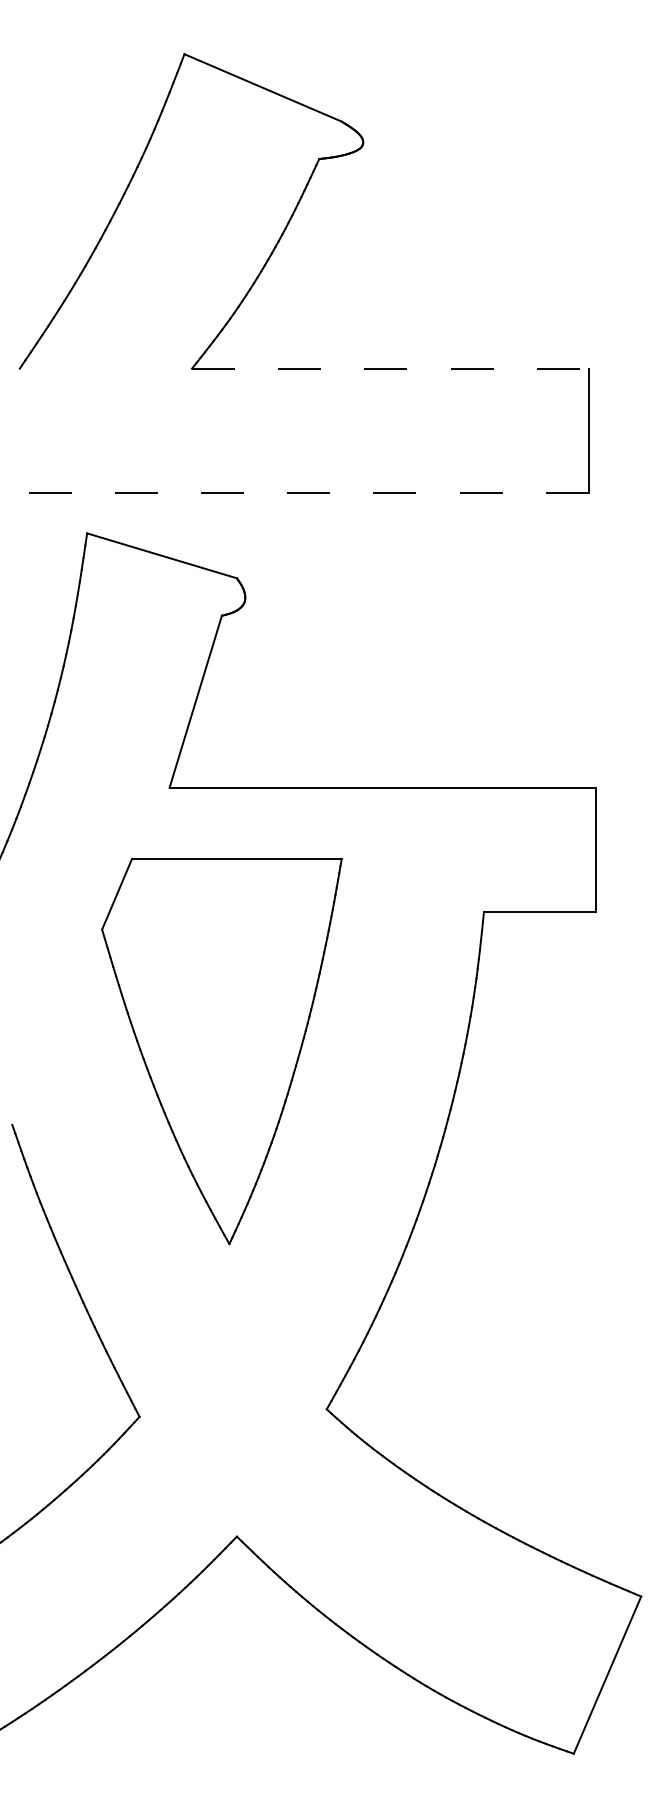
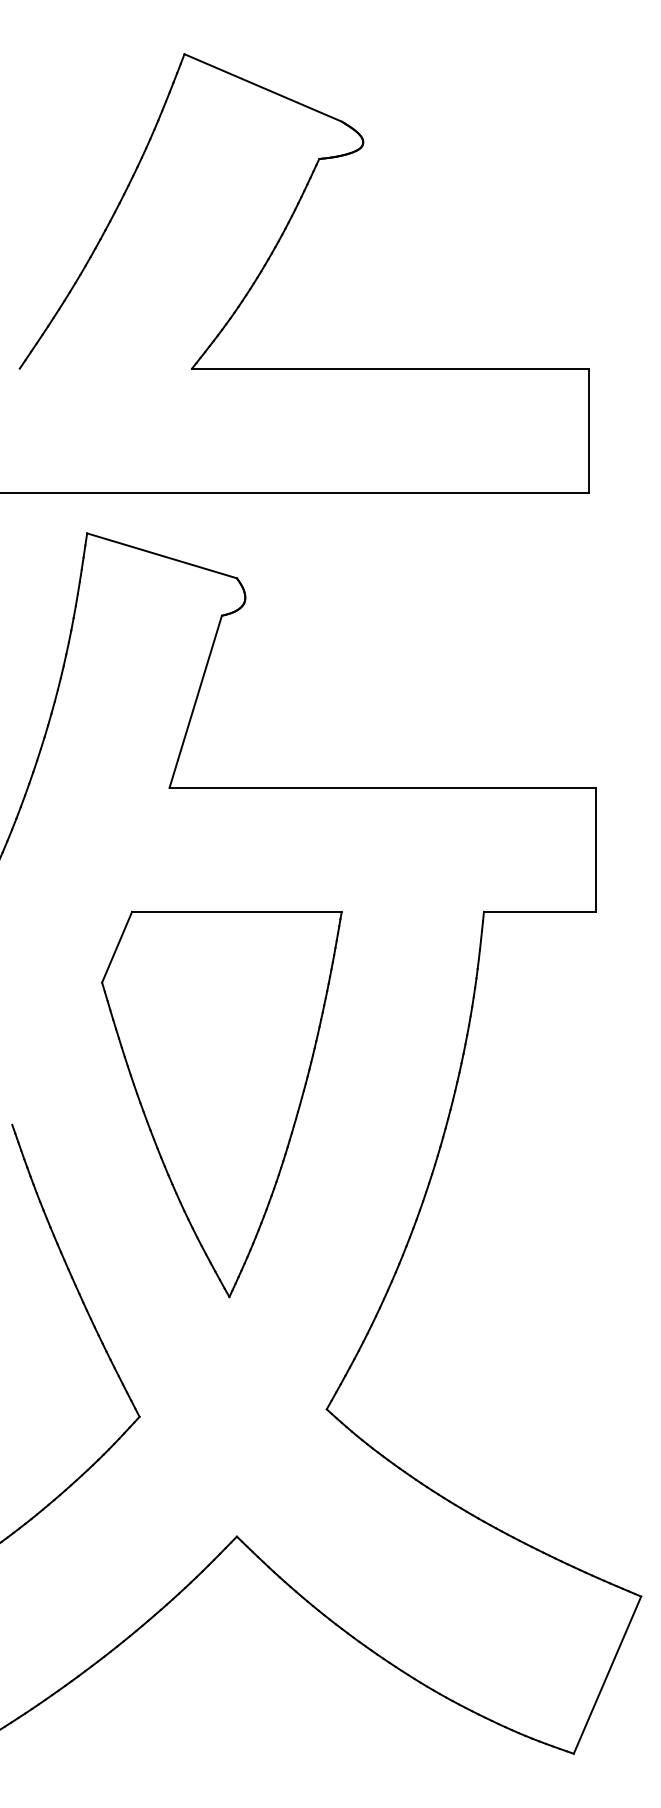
line at (390, 368): dashed -> solid
line at (294, 492): dashed -> solid
part at (221, 1051) position: (221, 1051) -> (221, 1104)
